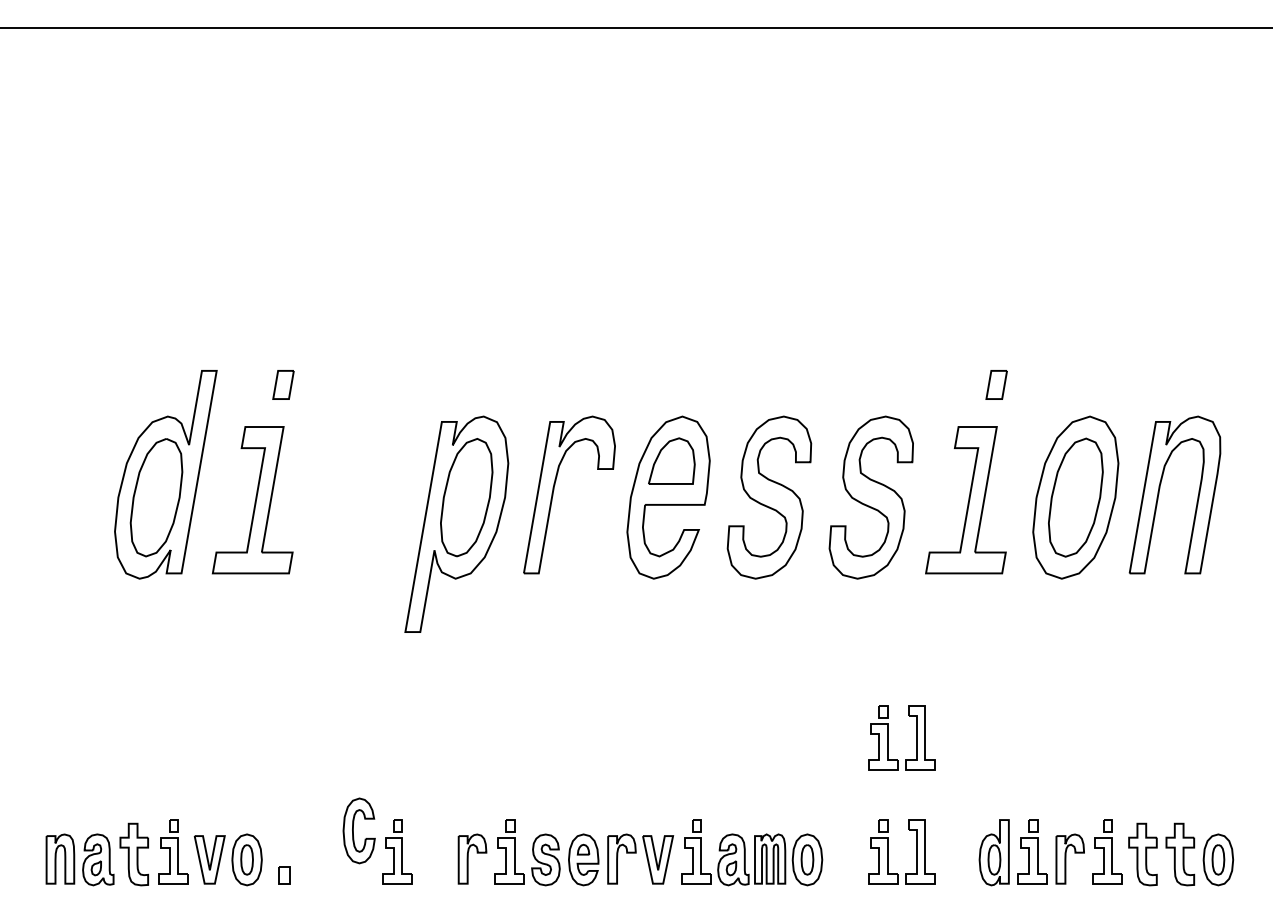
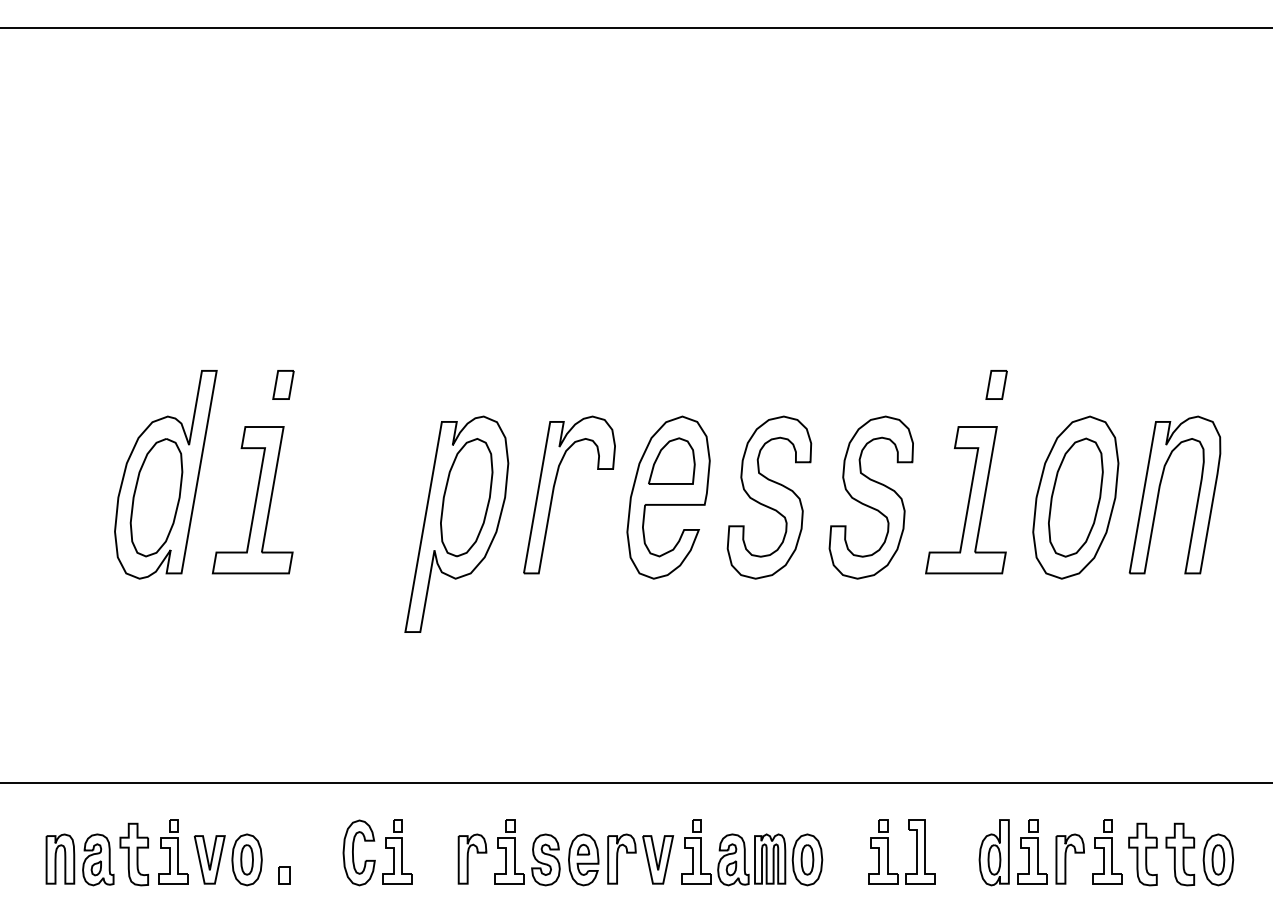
part at (888, 737): present -> none
line at (635, 782): none -> present
part at (358, 830) position: (358, 830) -> (358, 852)
